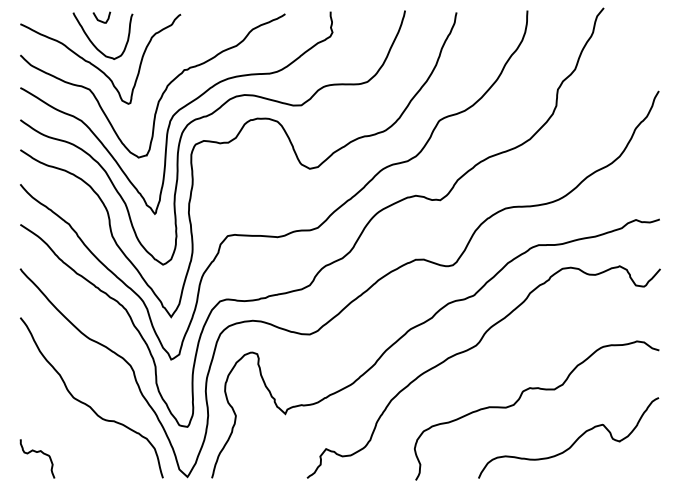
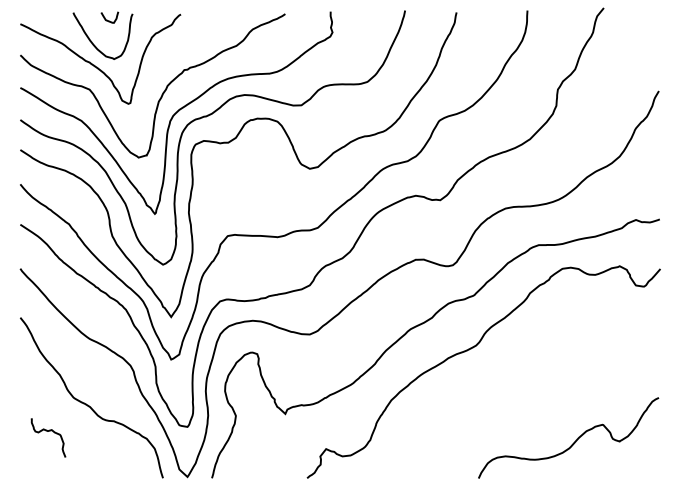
curve at (99, 19) position: (99, 19) -> (107, 19)
curve at (519, 400): present -> none
curve at (37, 452) position: (37, 452) -> (48, 431)
